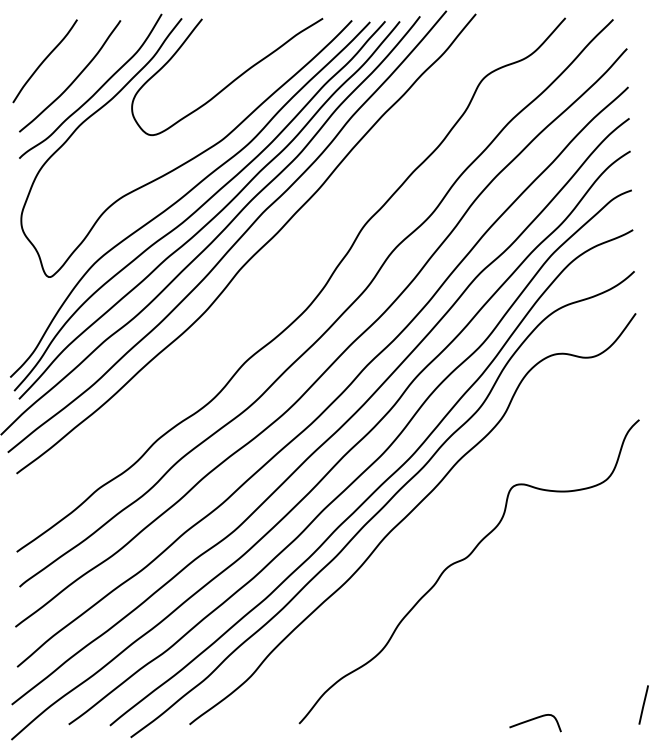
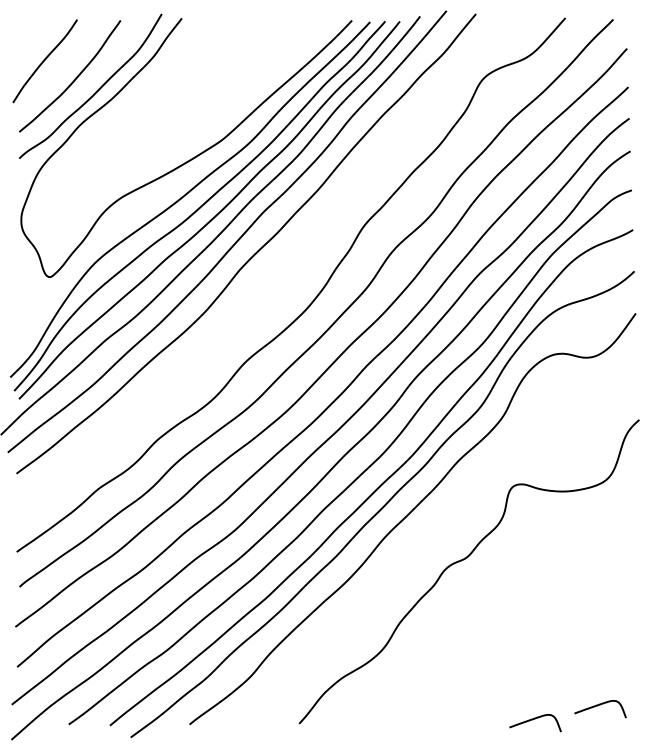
curve at (232, 80): present -> none
line at (643, 704): present -> none
curve at (600, 705): none -> present
